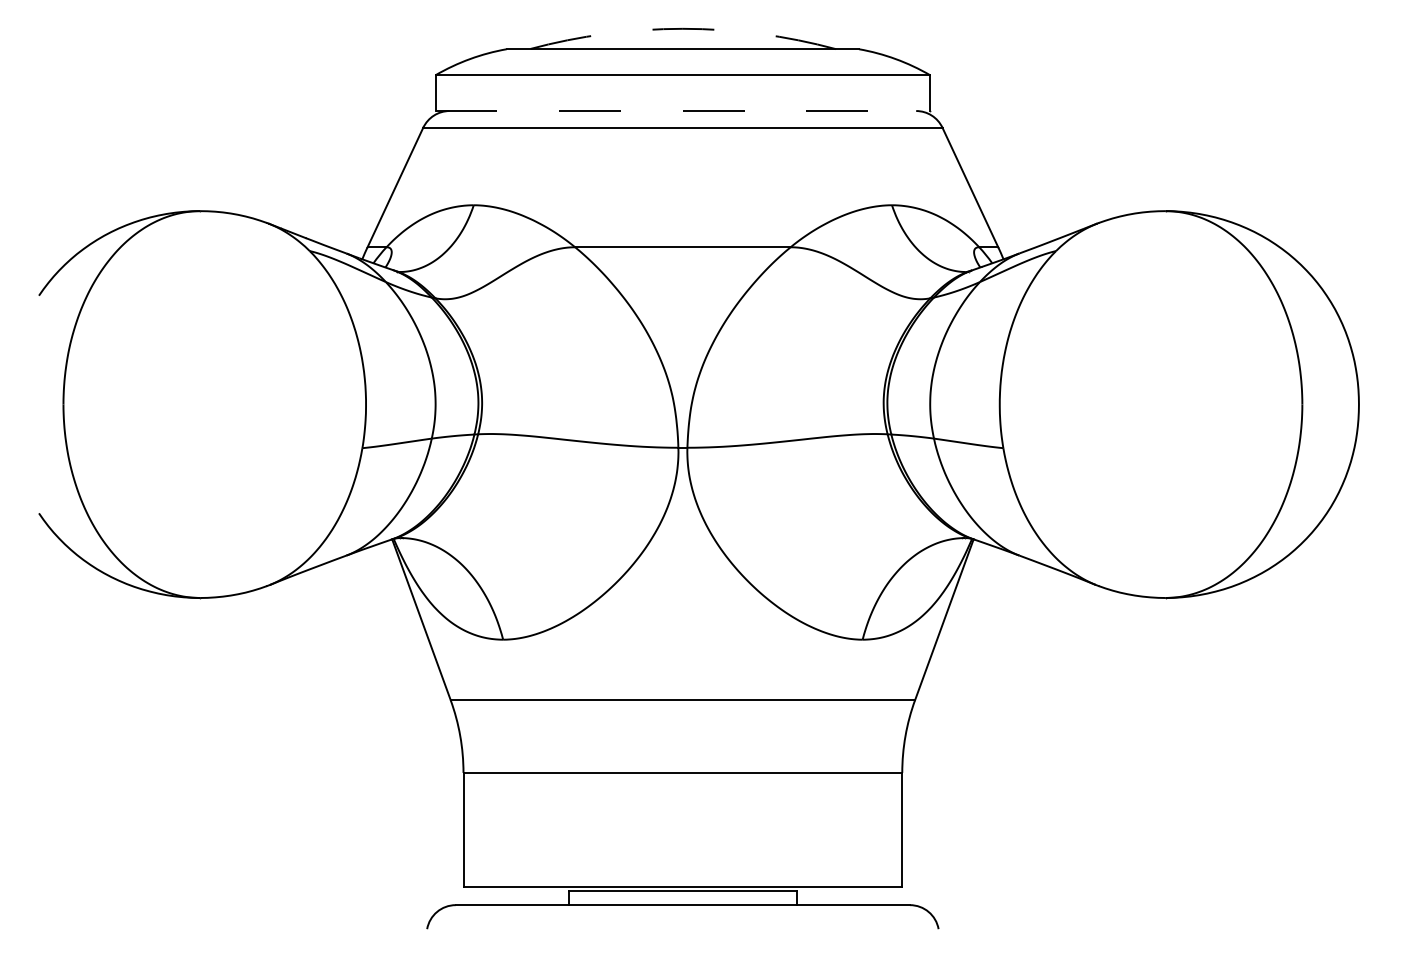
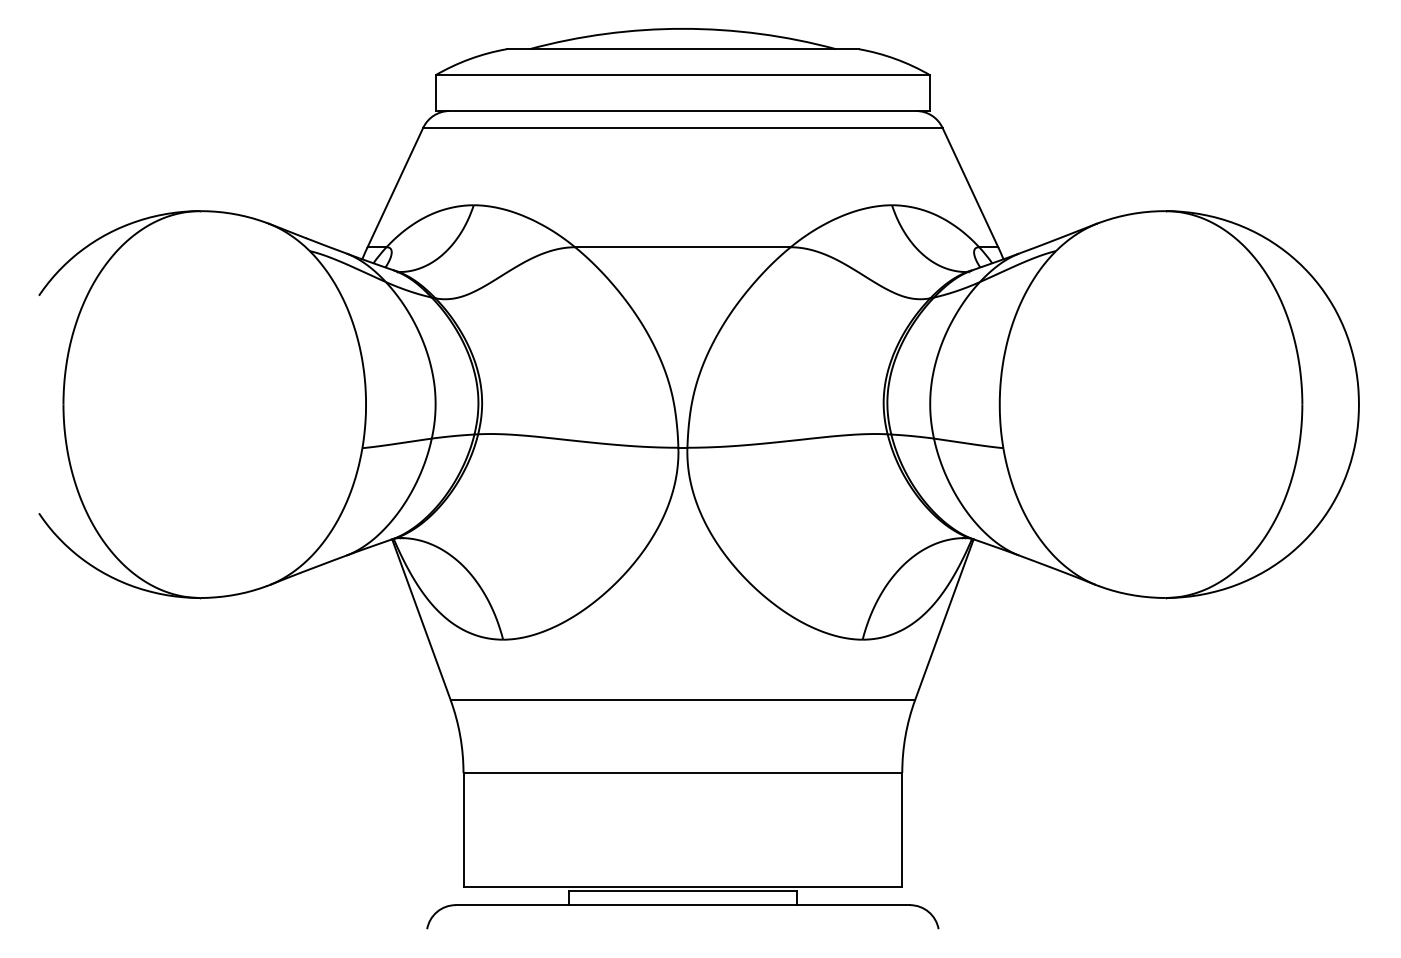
arc at (682, 28): dashed -> solid
line at (683, 111): dashed -> solid
